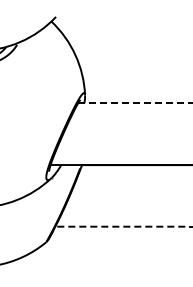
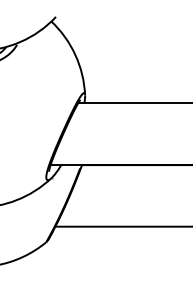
line at (135, 103): dashed -> solid
line at (123, 226): dashed -> solid
